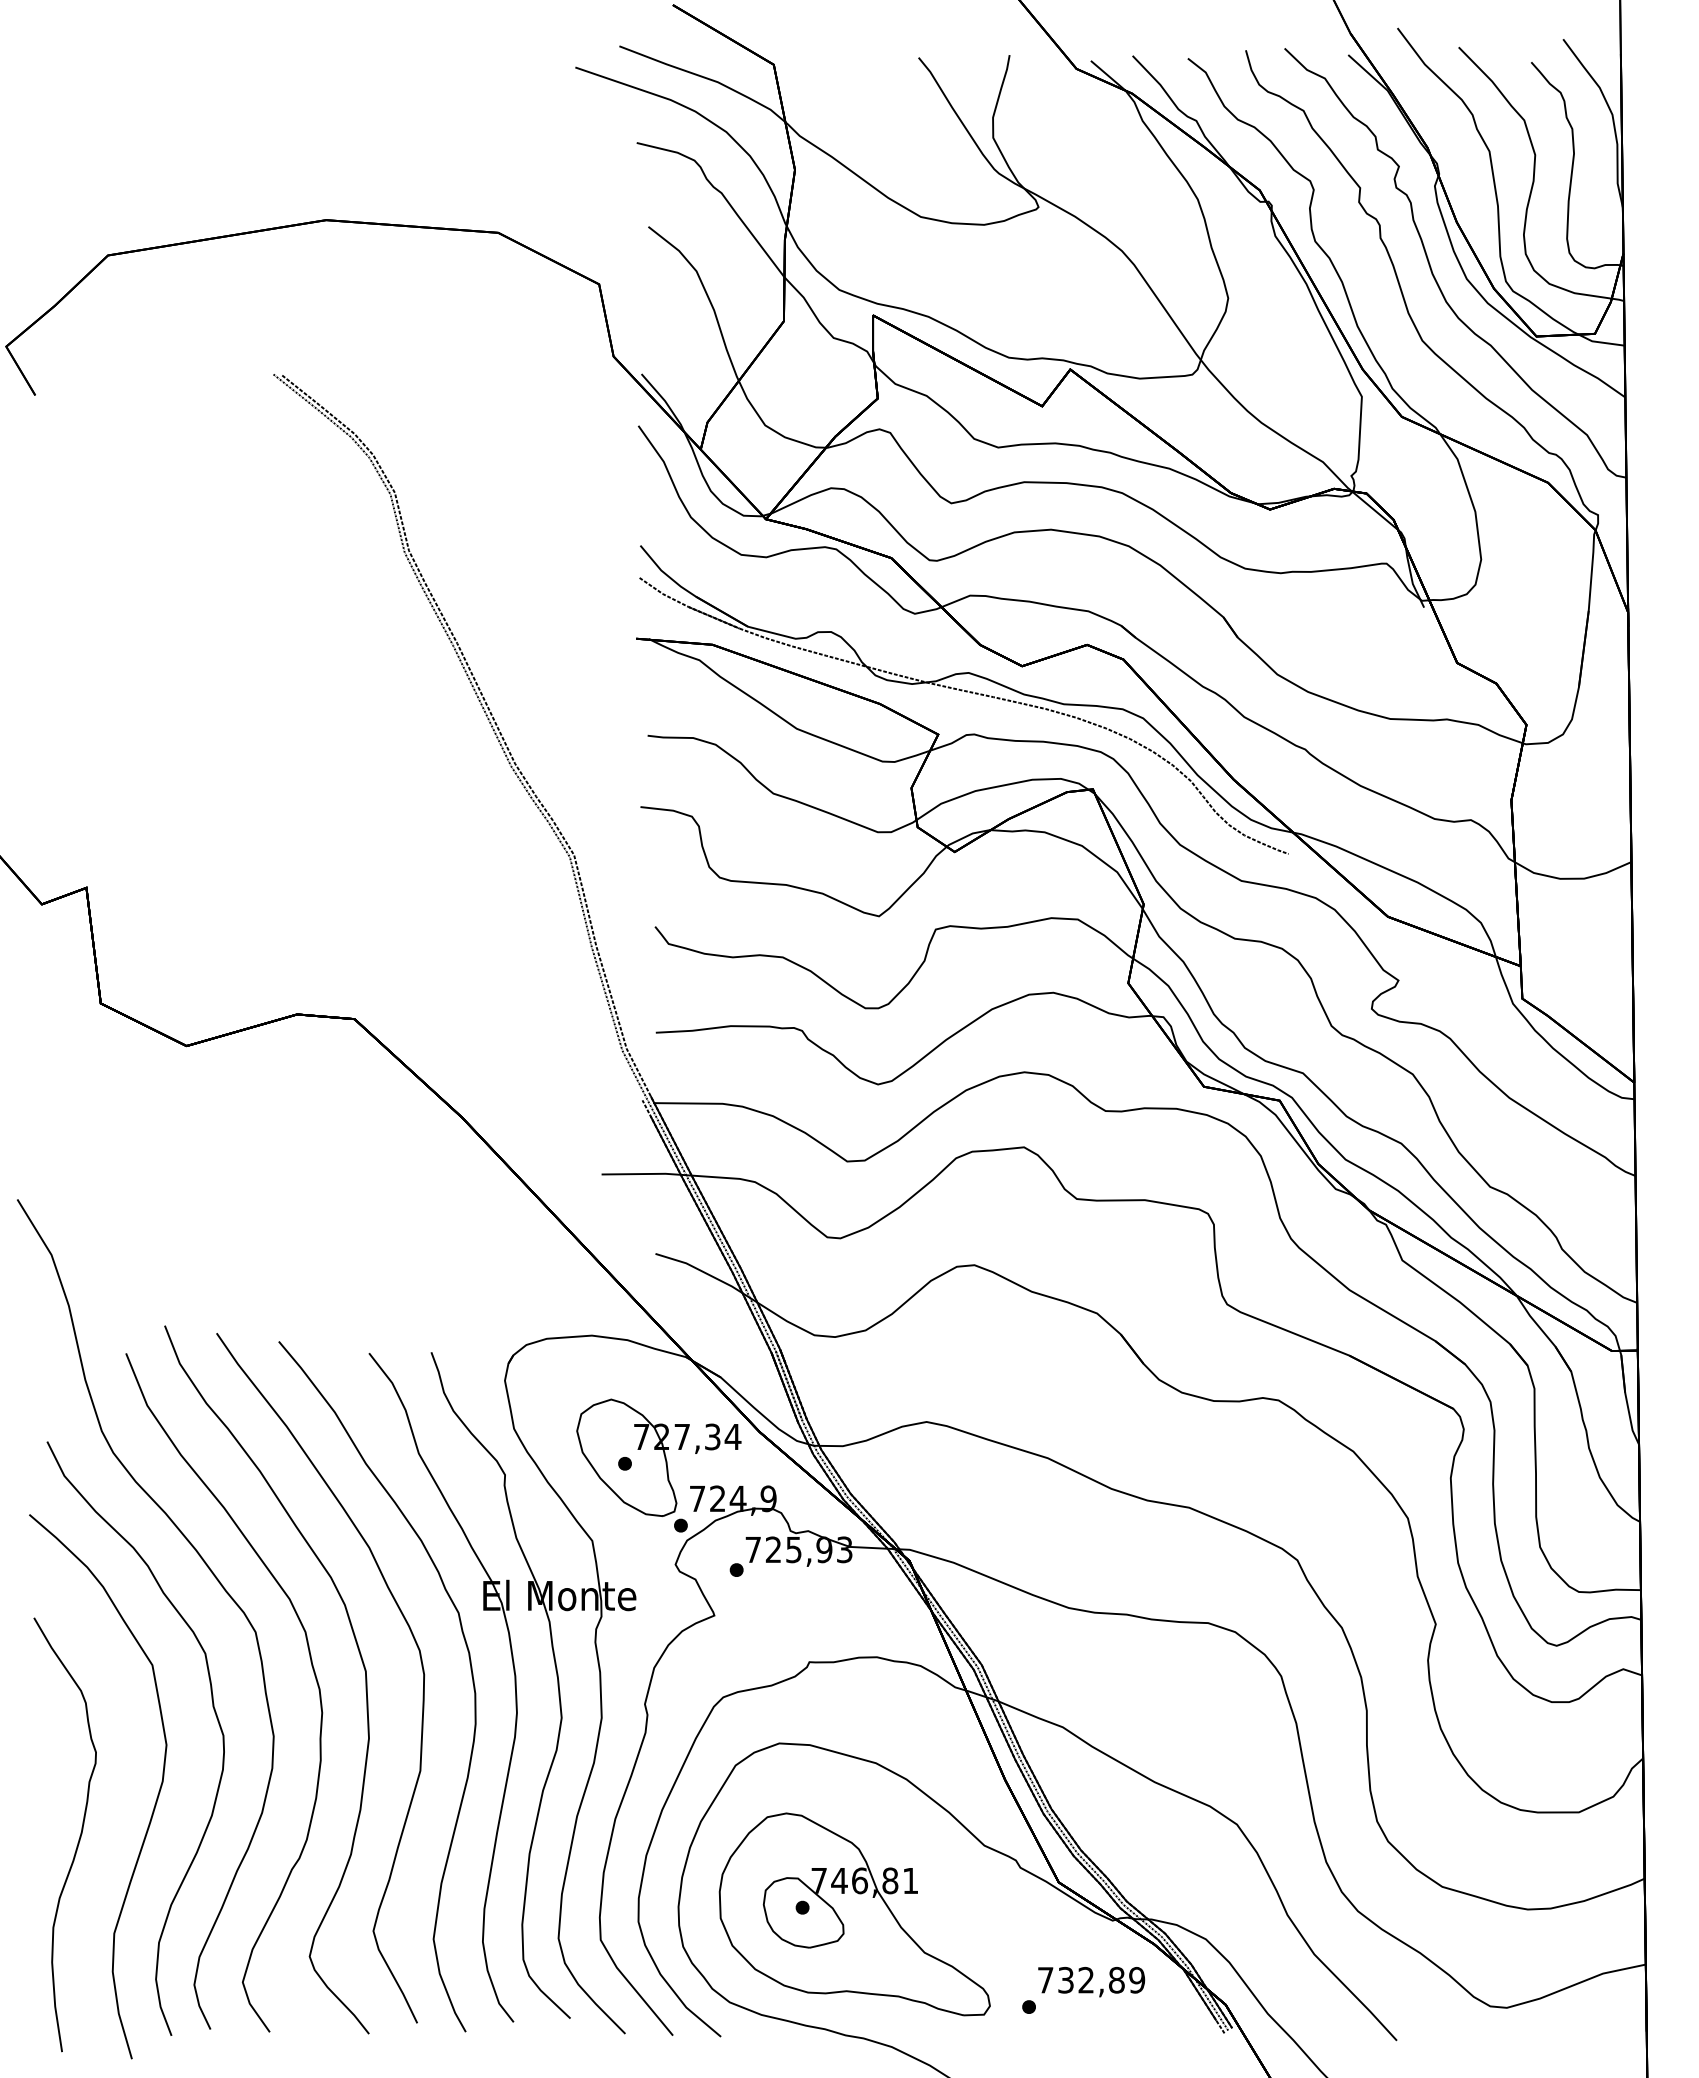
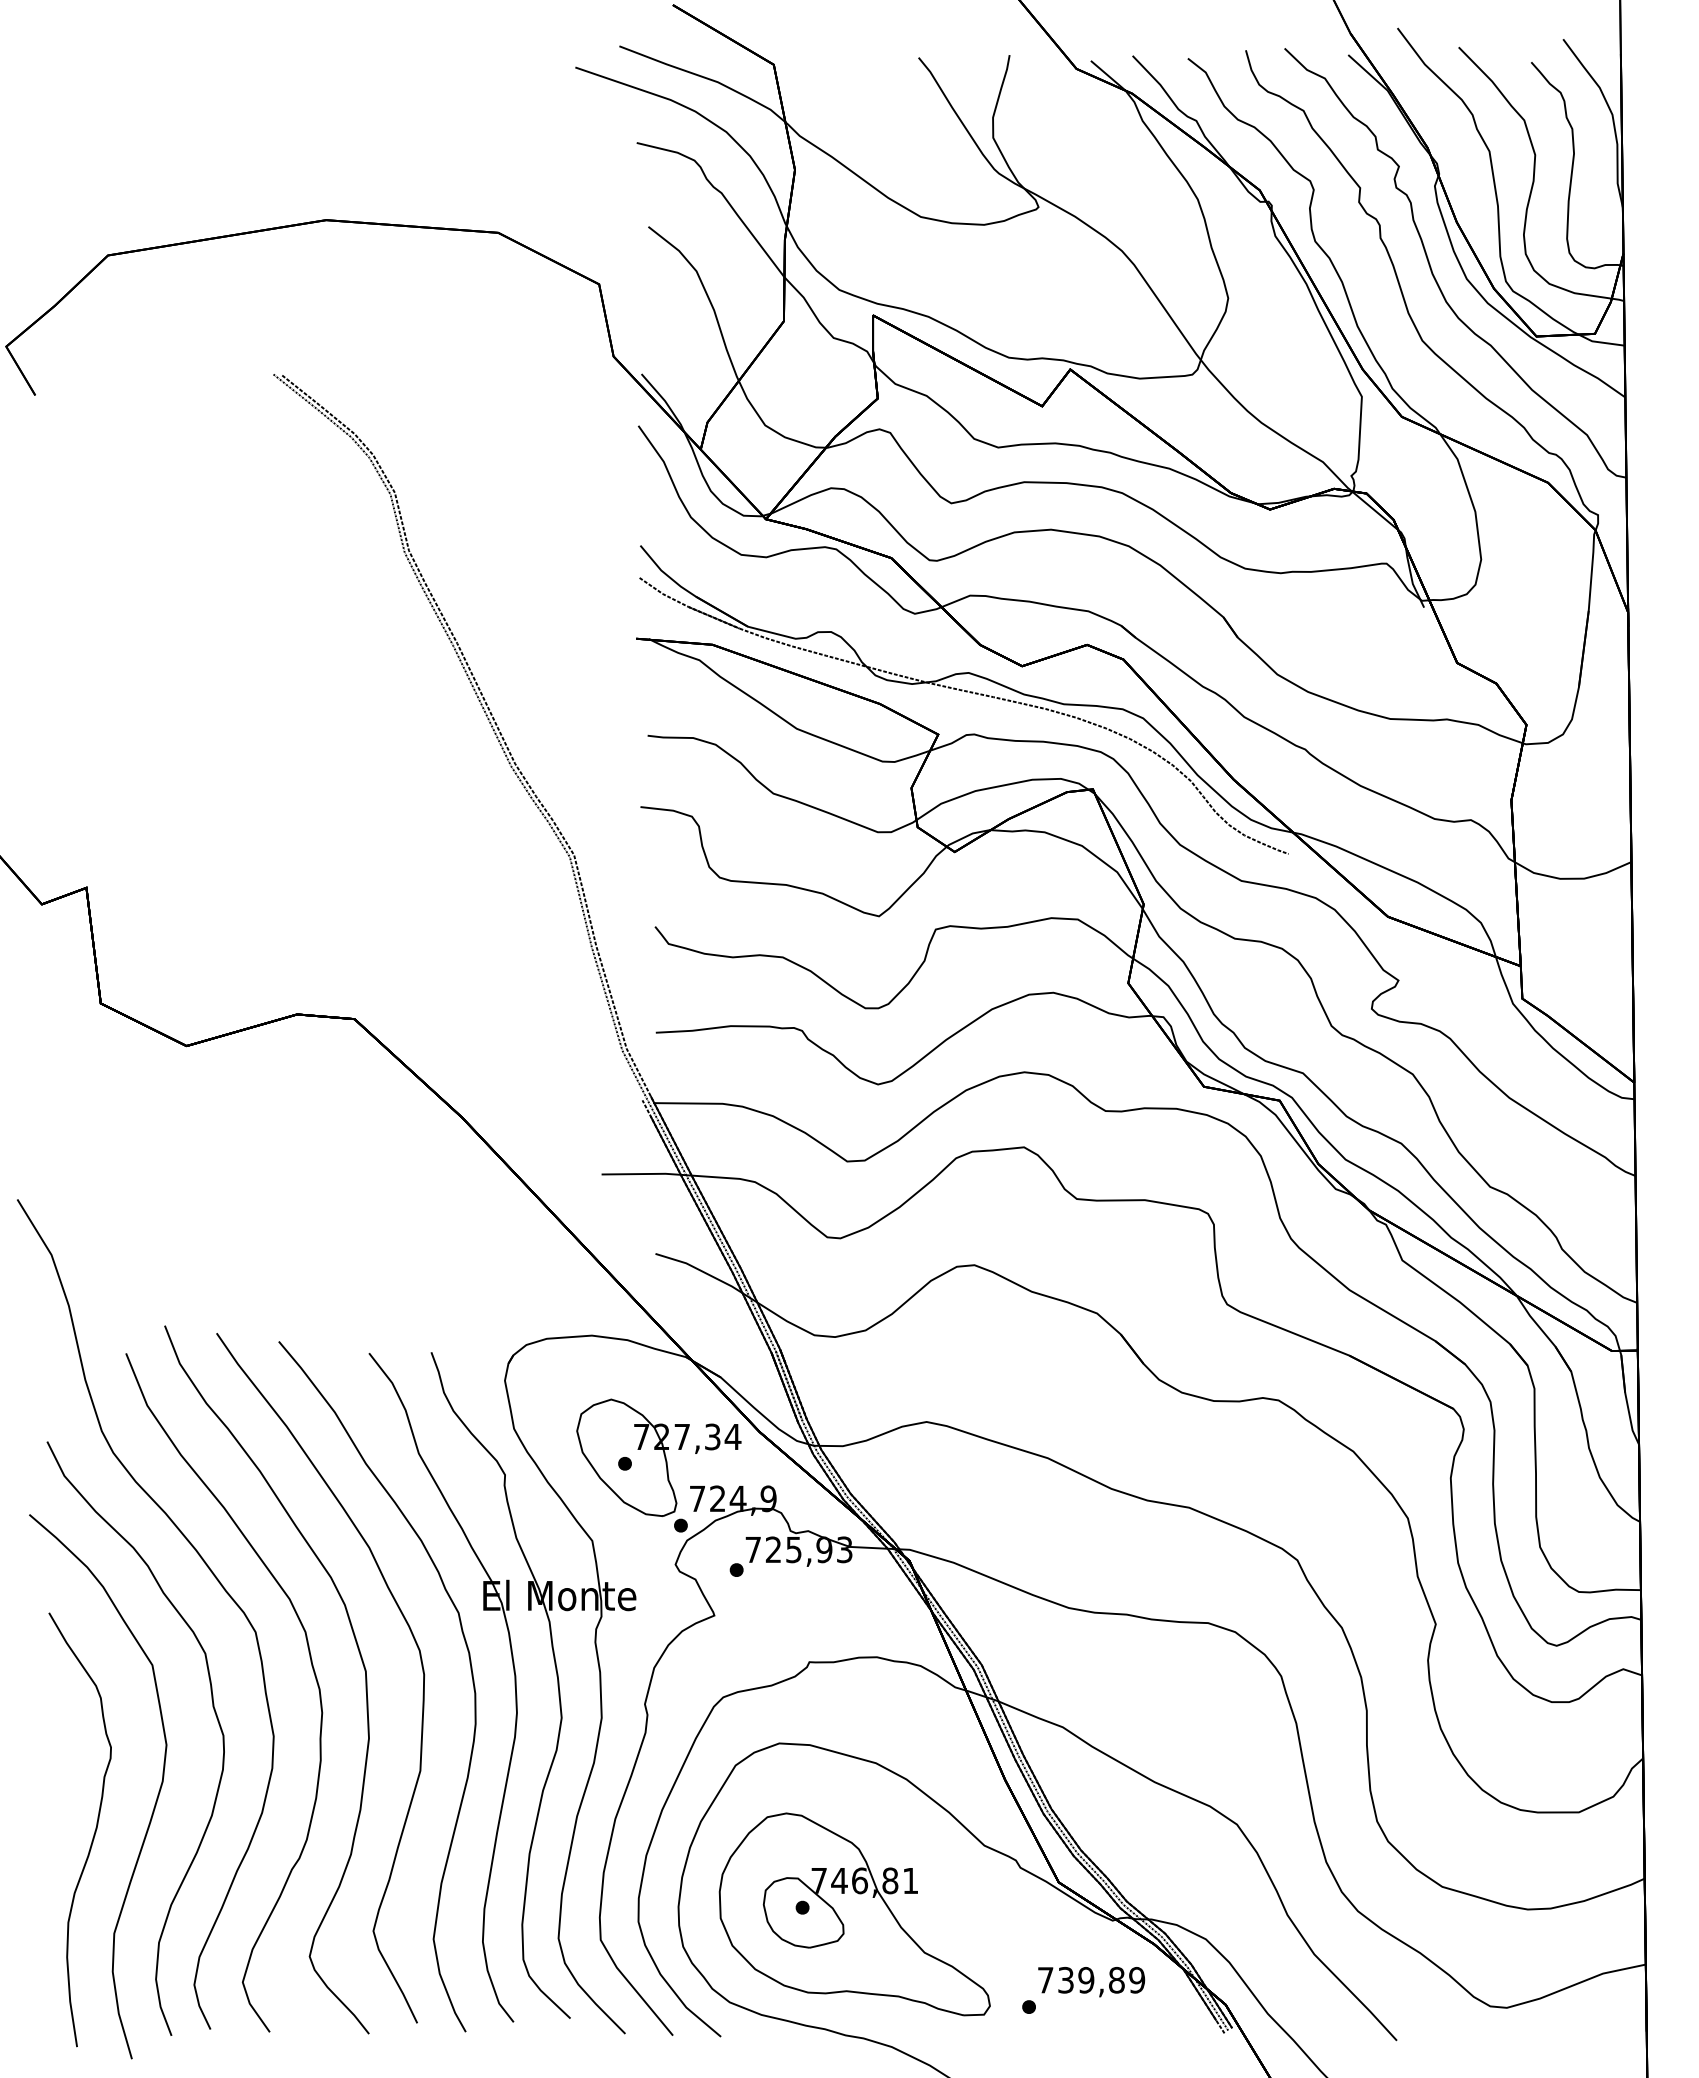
part at (78, 1839) position: (78, 1839) -> (93, 1834)
text at (1086, 1980): 732,89 -> 739,89
